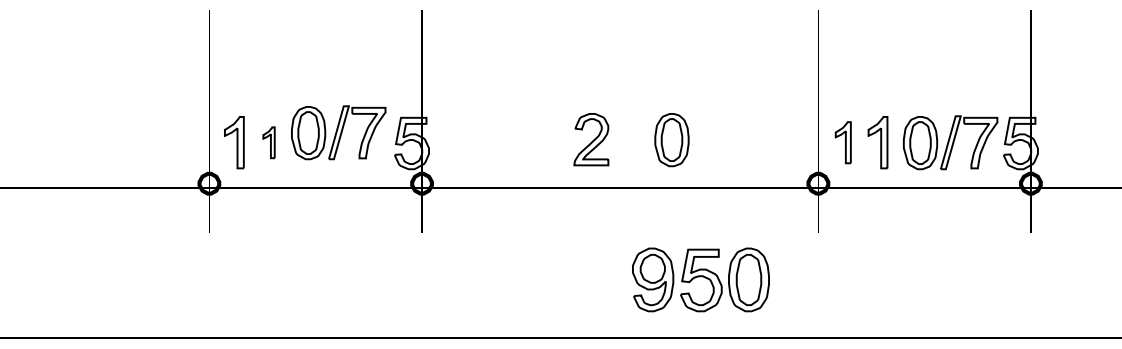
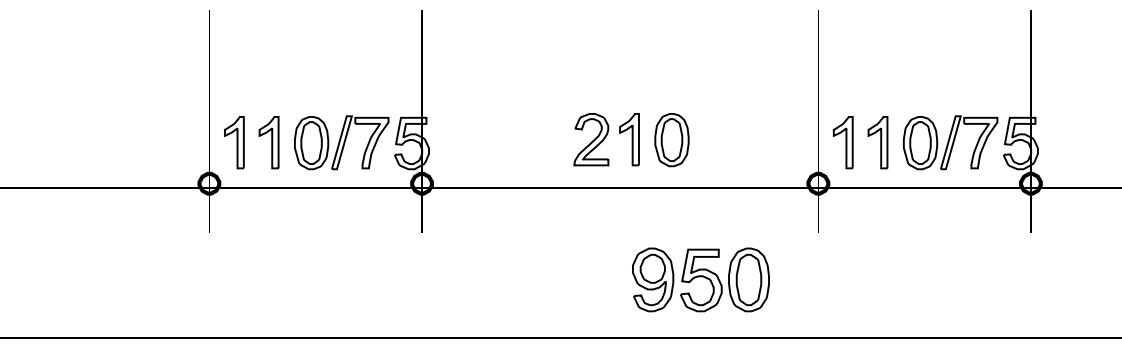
part at (338, 132) position: (338, 132) -> (341, 142)
part at (629, 139): none -> present
part at (268, 142) size: 14x34 px -> 22x54 px
part at (842, 142) size: 18x44 px -> 21x54 px
